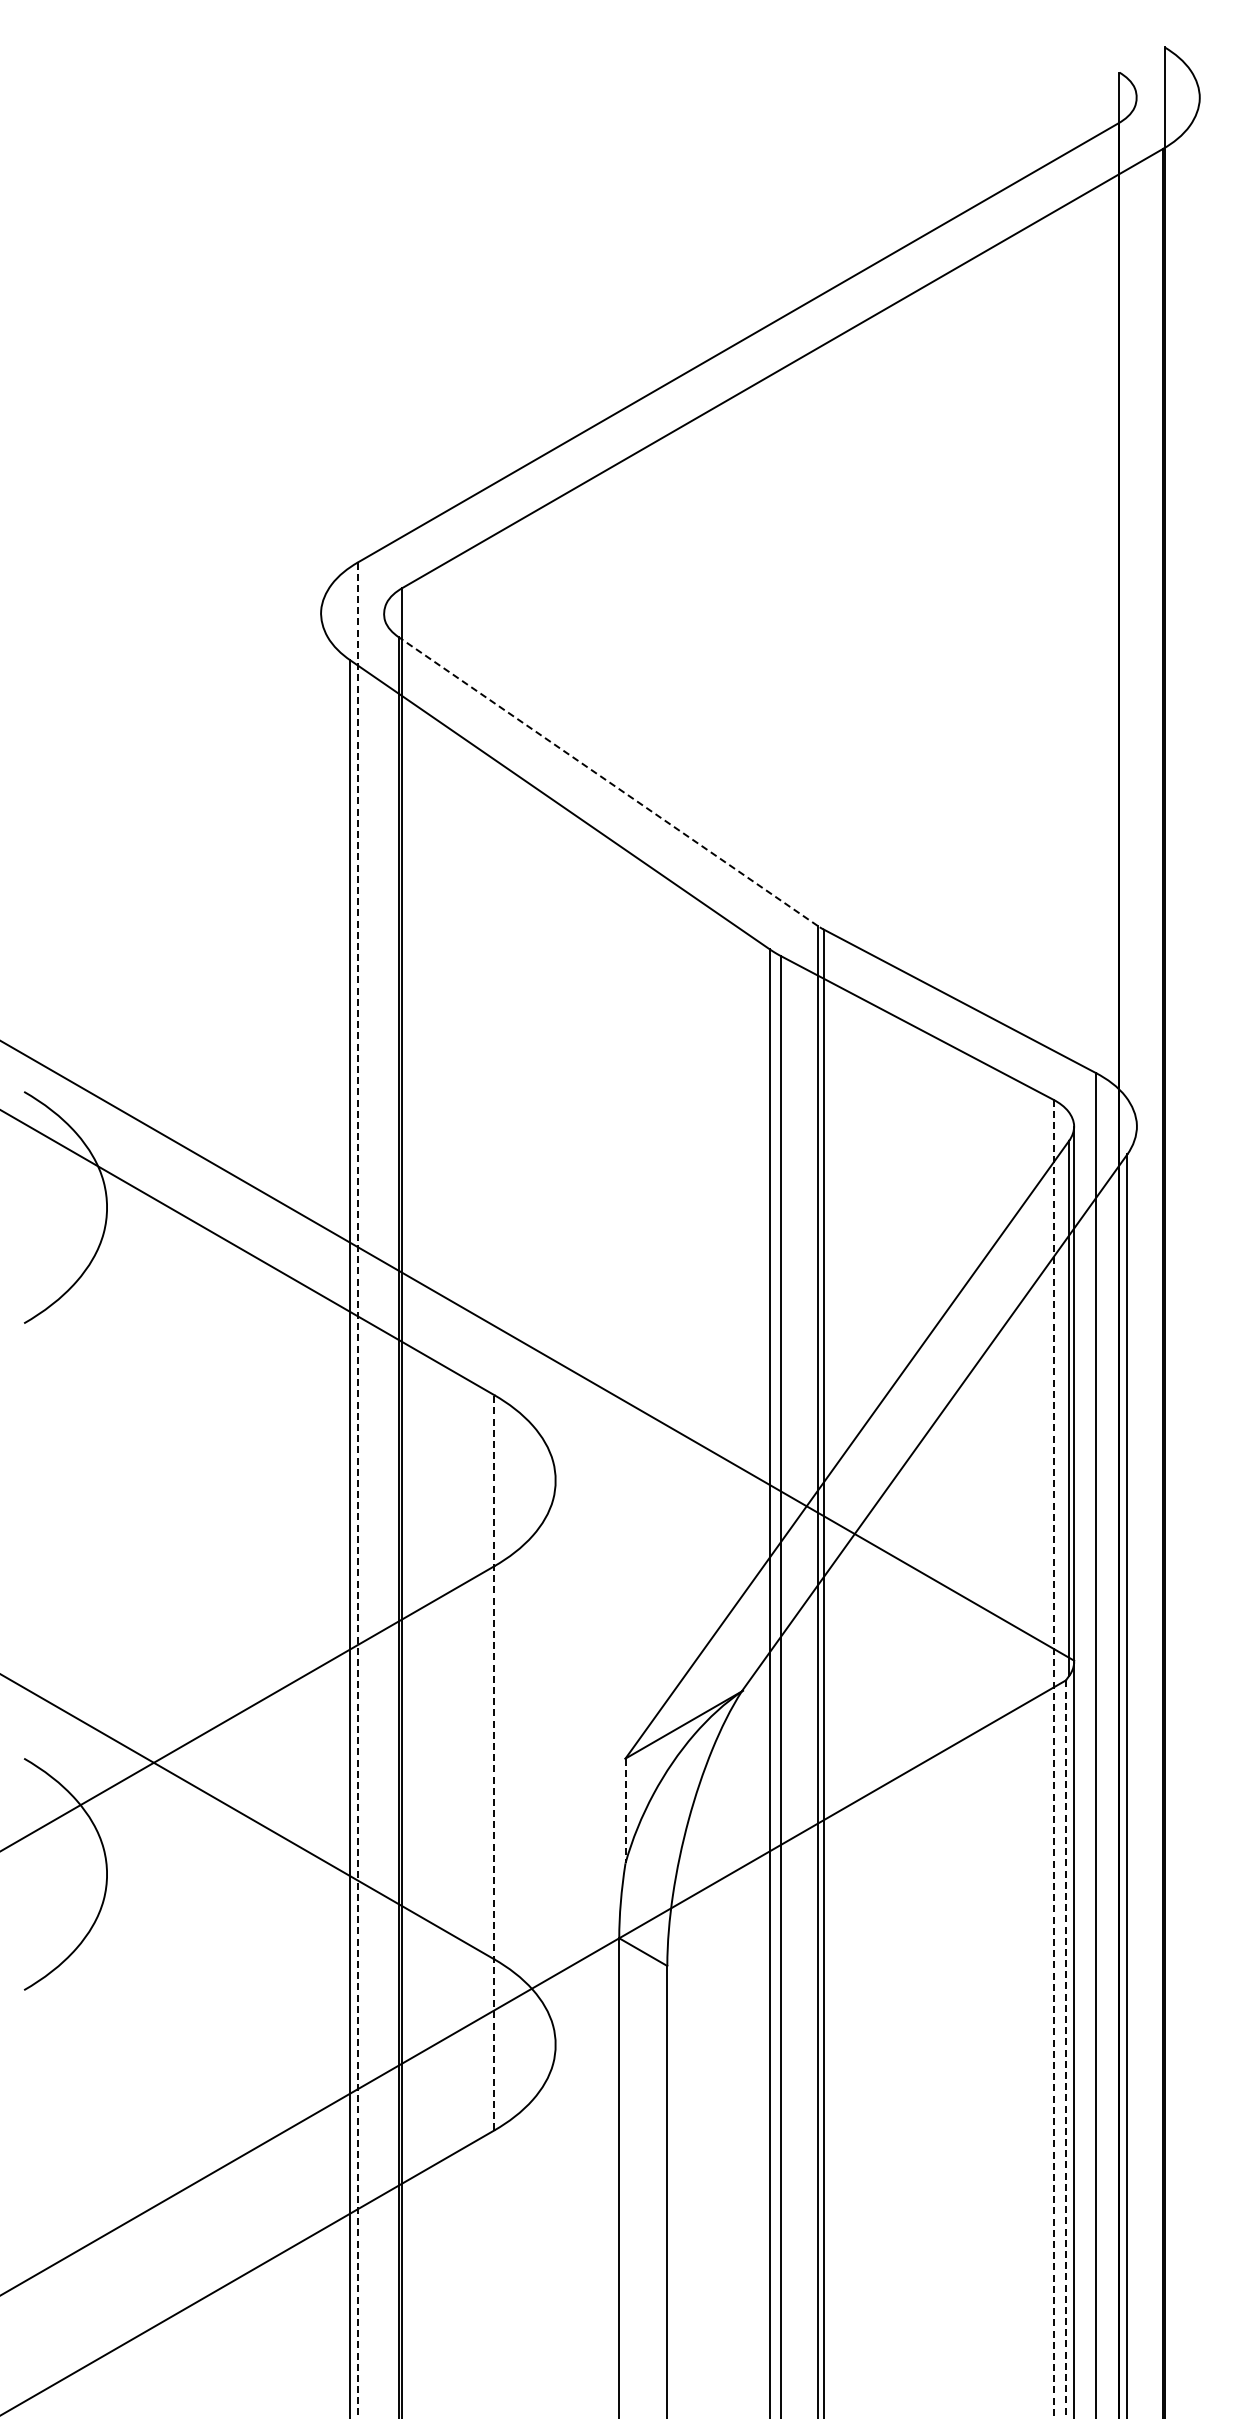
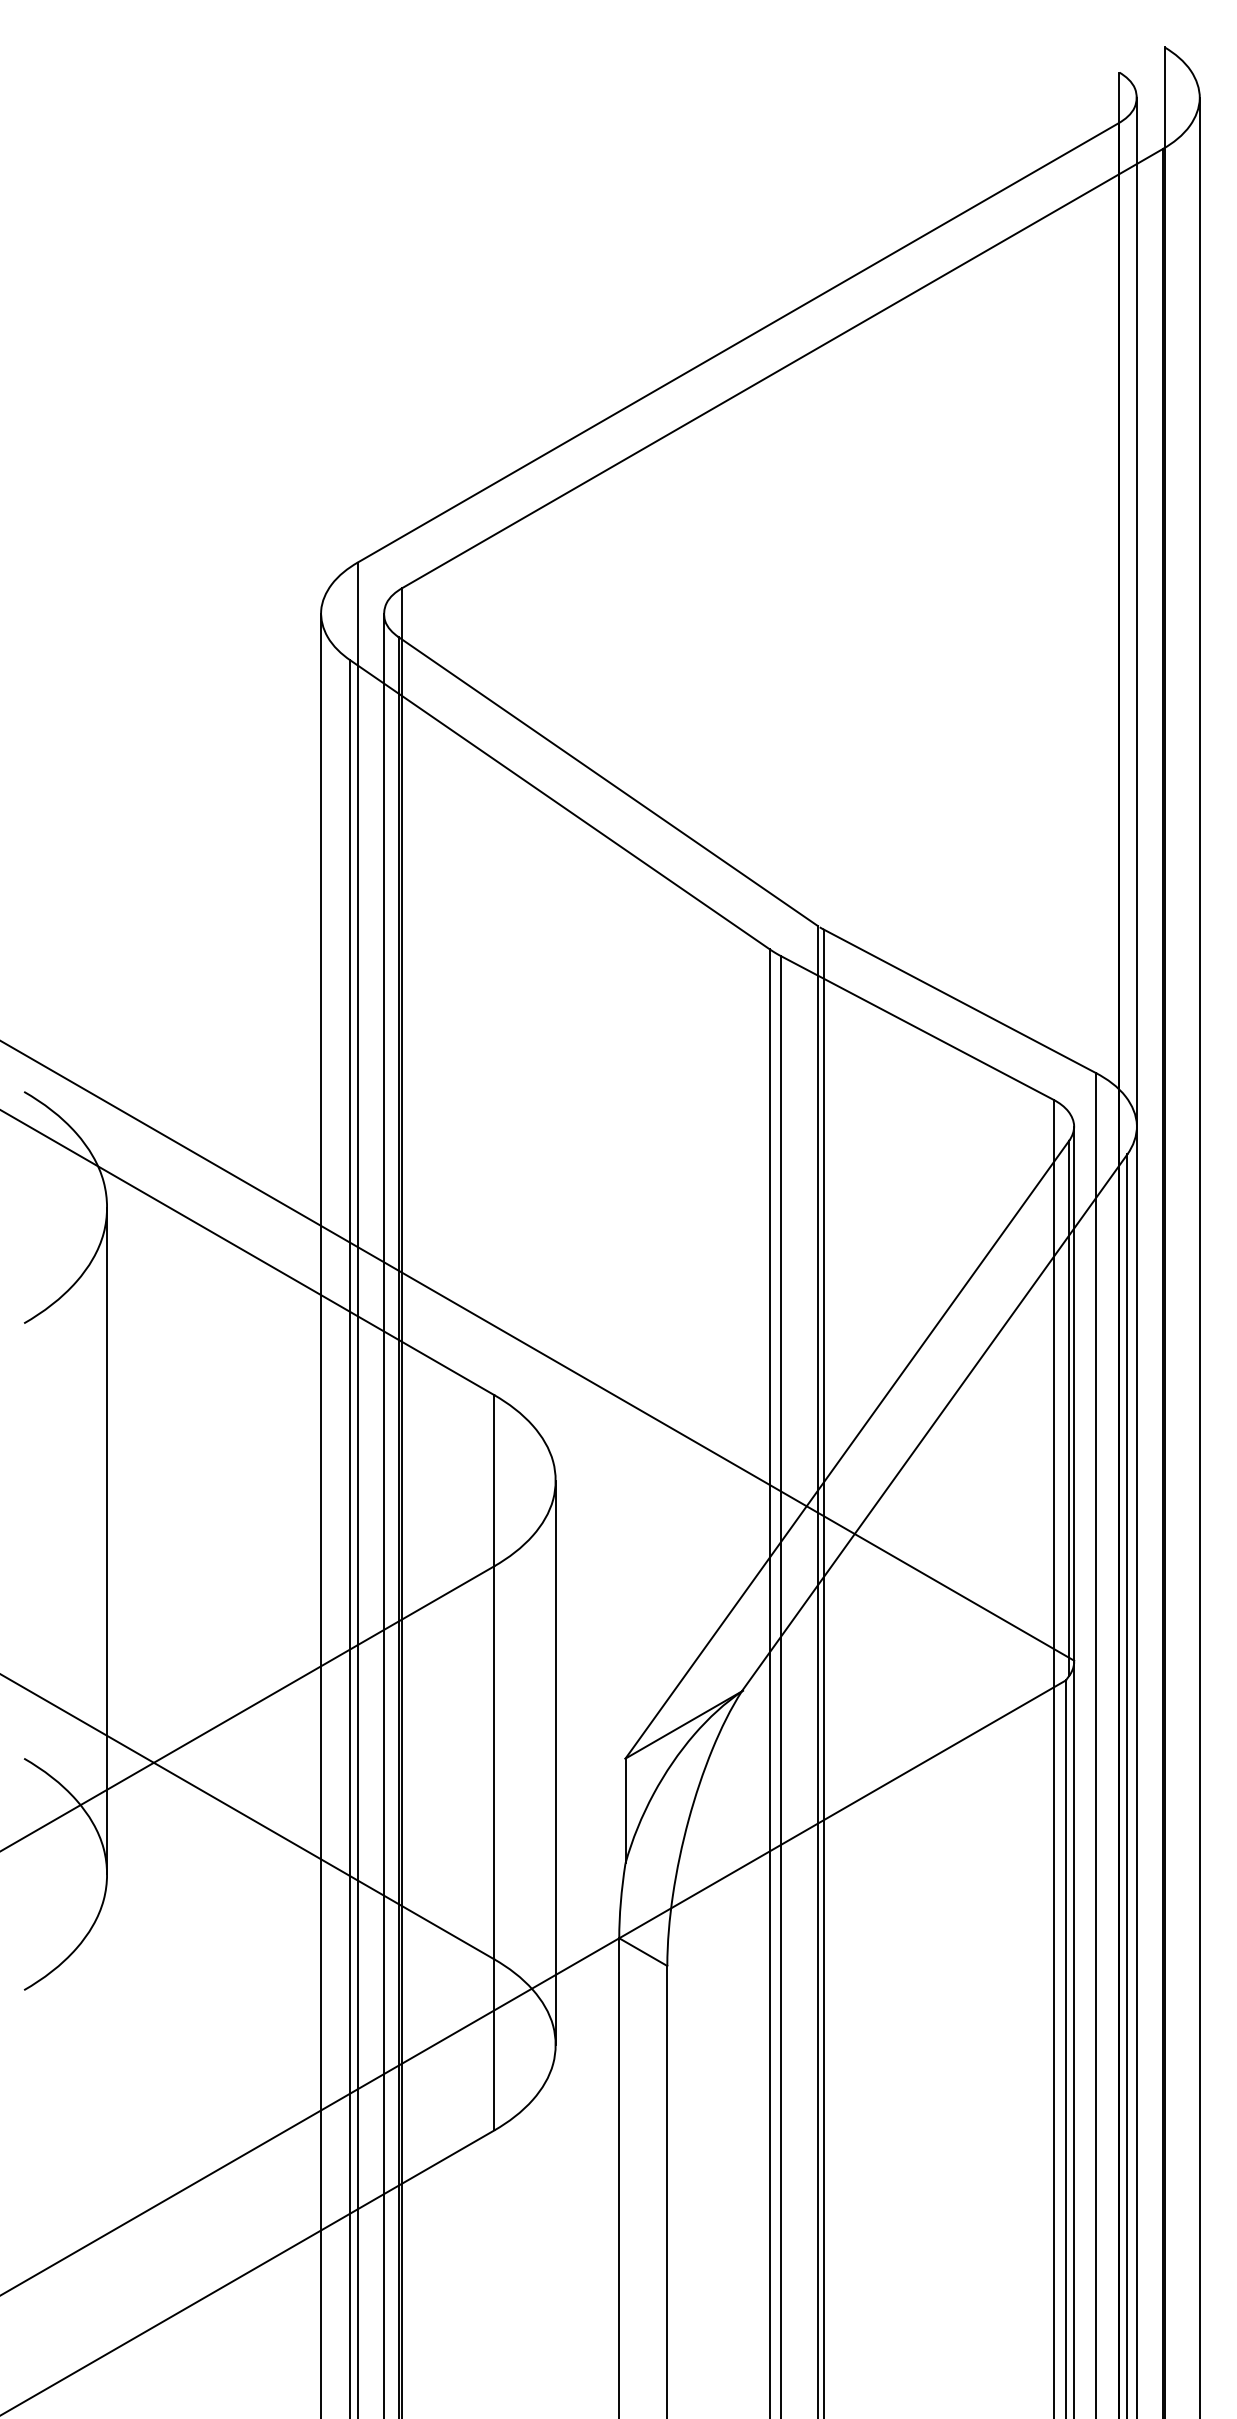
line at (608, 781): dashed -> solid
line at (1136, 1256): none -> present
line at (1199, 1256): none -> present
line at (357, 1490): dashed -> solid
line at (321, 1514): none -> present
line at (383, 1514): none -> present
line at (107, 1540): none -> present
line at (1053, 1759): dashed -> solid
line at (494, 1762): dashed -> solid
line at (555, 1762): none -> present
line at (625, 1811): dashed -> solid
line at (1065, 2049): dashed -> solid
